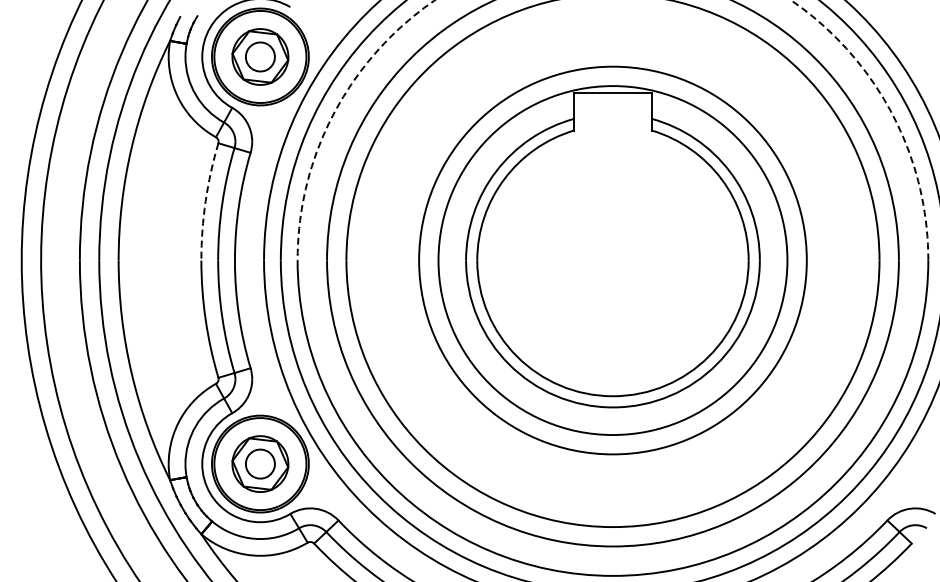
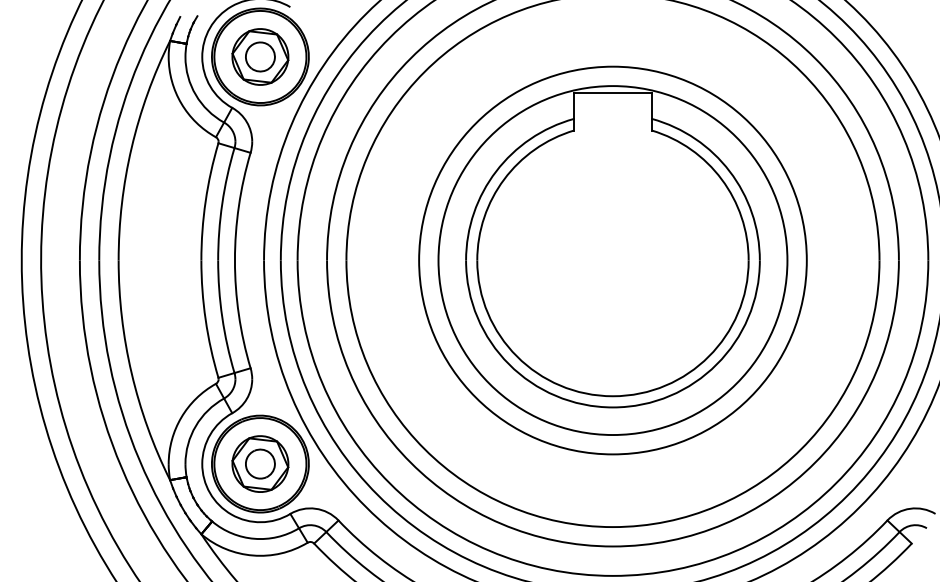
arc at (435, 0): dashed -> solid
arc at (205, 201): dashed -> solid
